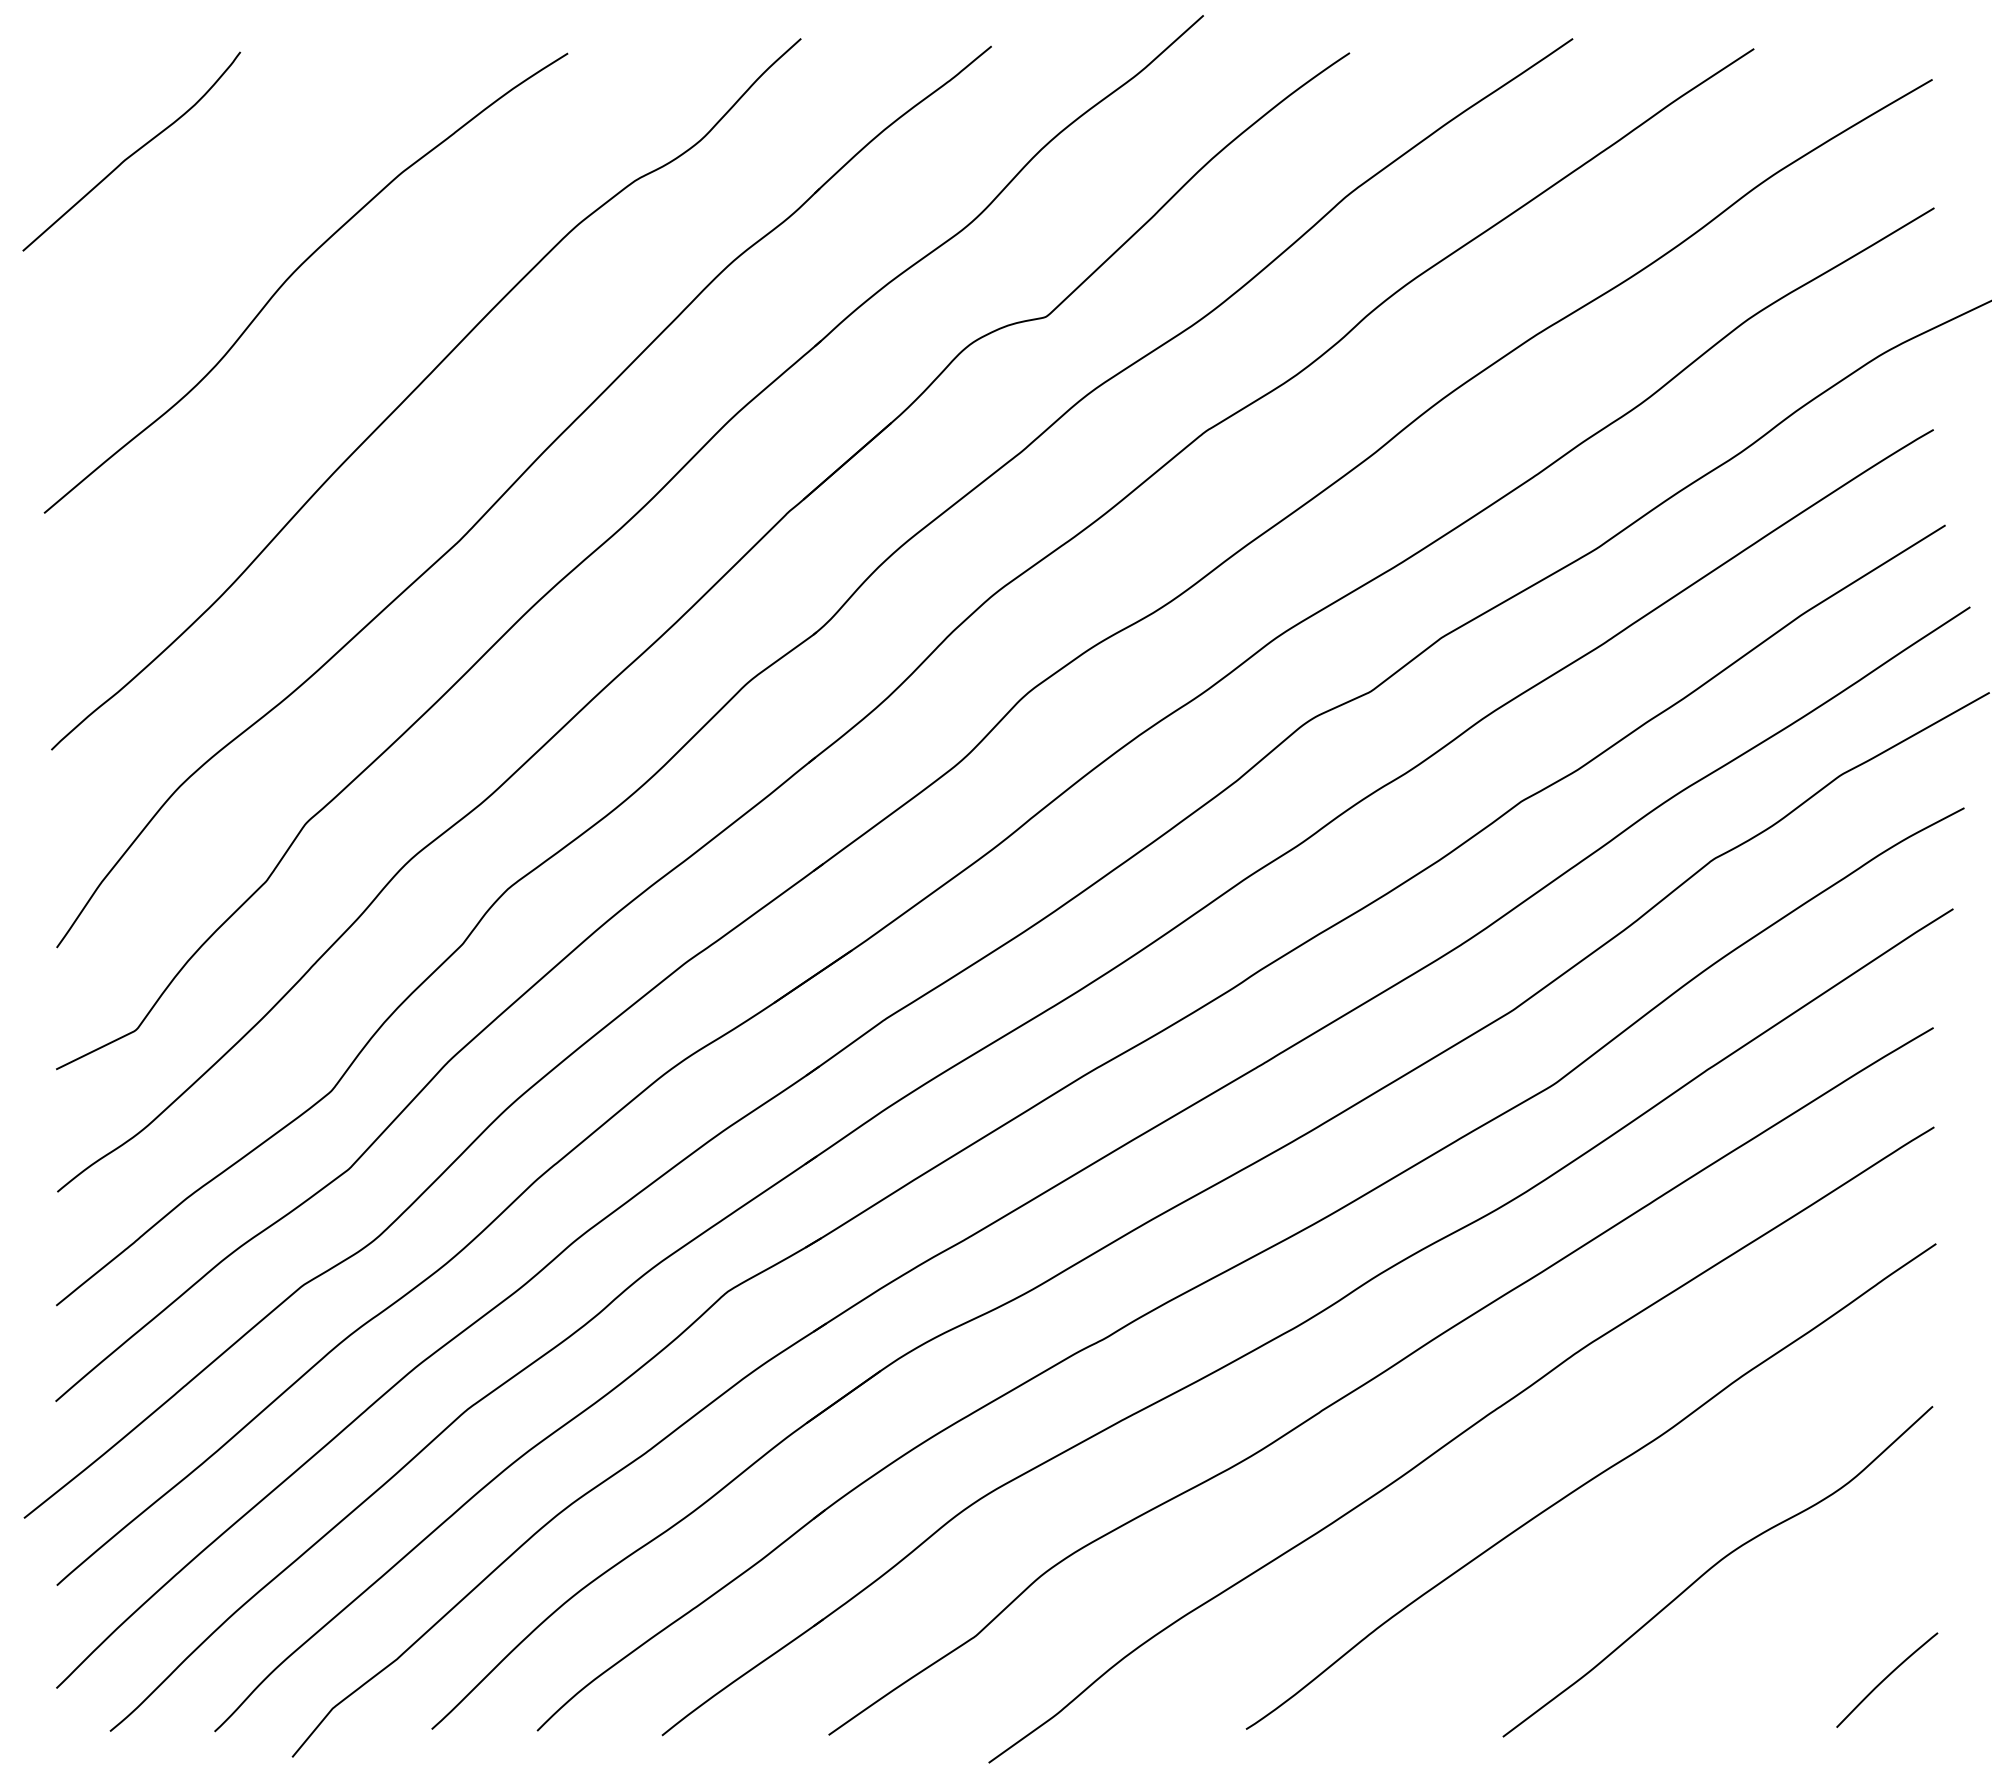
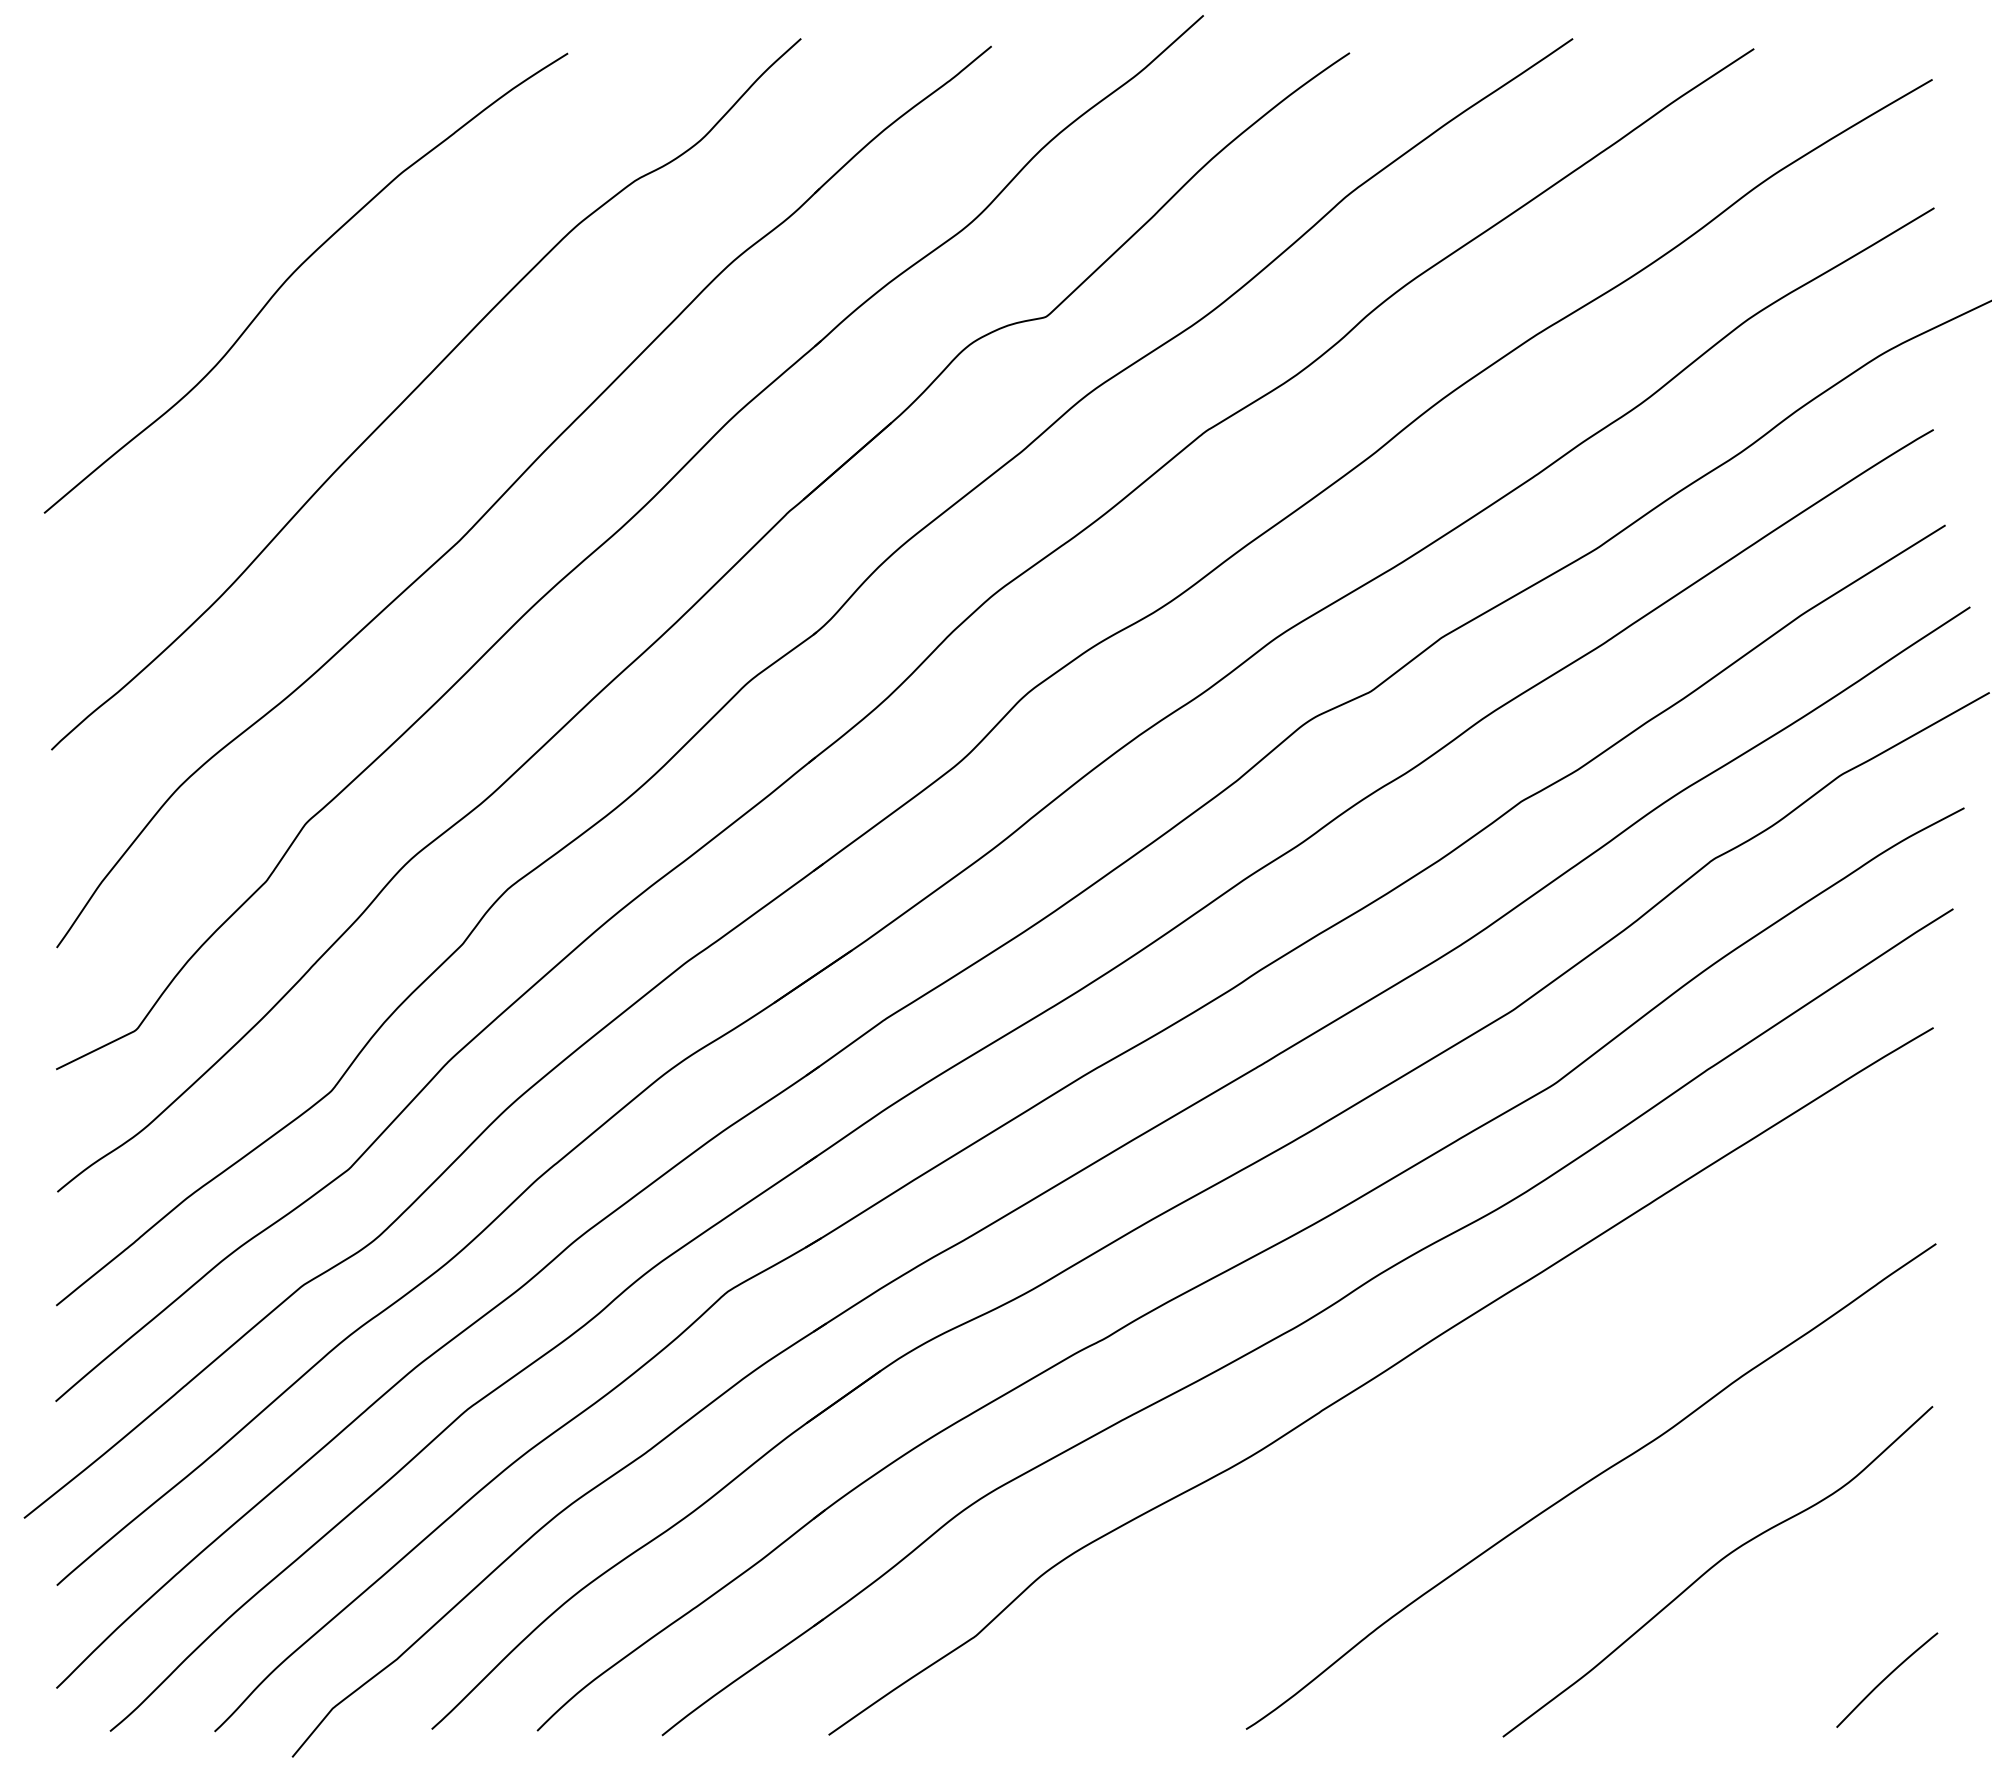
curve at (133, 152): present -> none
curve at (1458, 1437): present -> none
